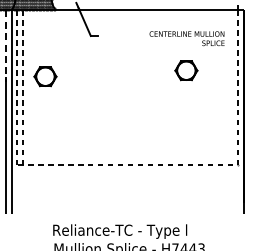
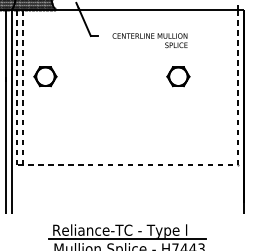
text at (186, 38) position: (186, 38) -> (149, 40)
line at (5, 46): dashed -> solid
part at (186, 70) position: (186, 70) -> (178, 76)
line at (127, 238): none -> present
